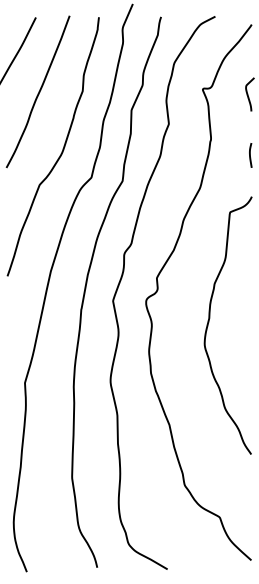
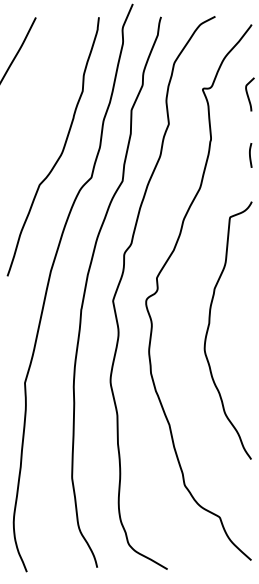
curve at (38, 91): present -> none
curve at (209, 322) position: (209, 322) -> (209, 327)
